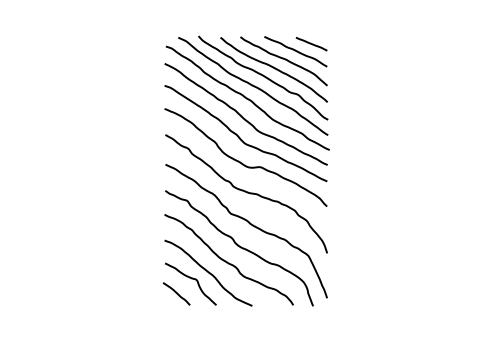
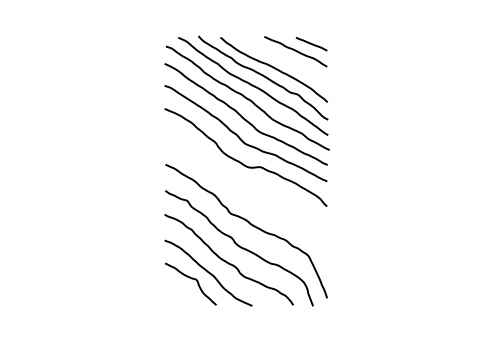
curve at (283, 59): present -> none
curve at (246, 192): present -> none
curve at (176, 293): present -> none
